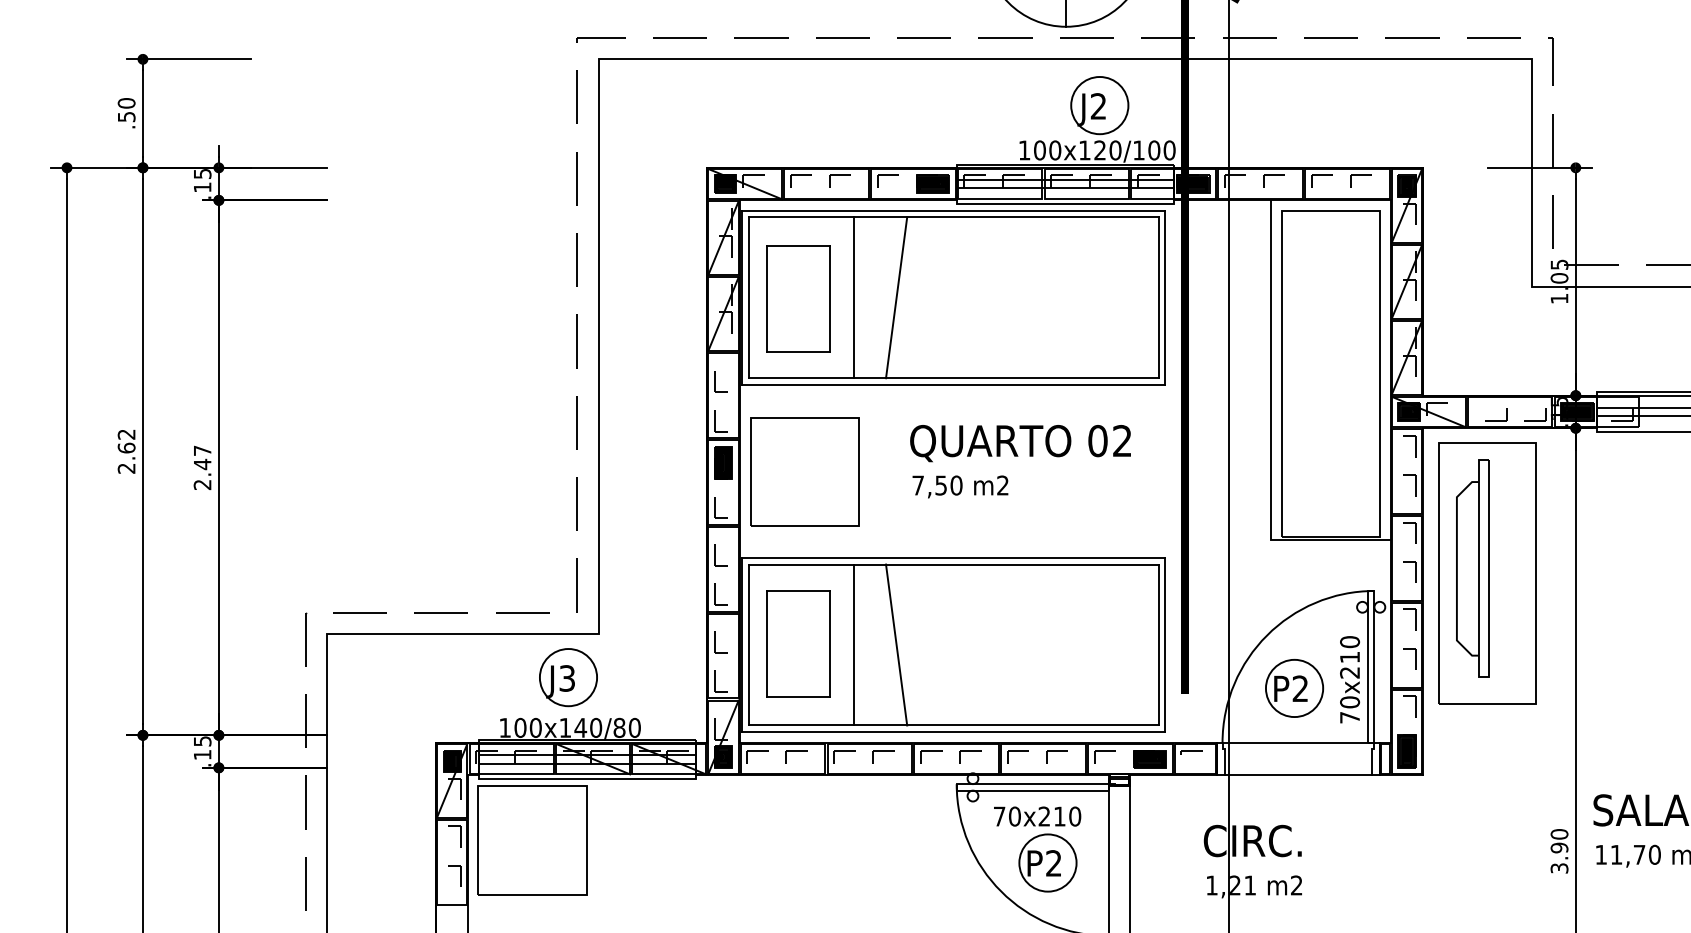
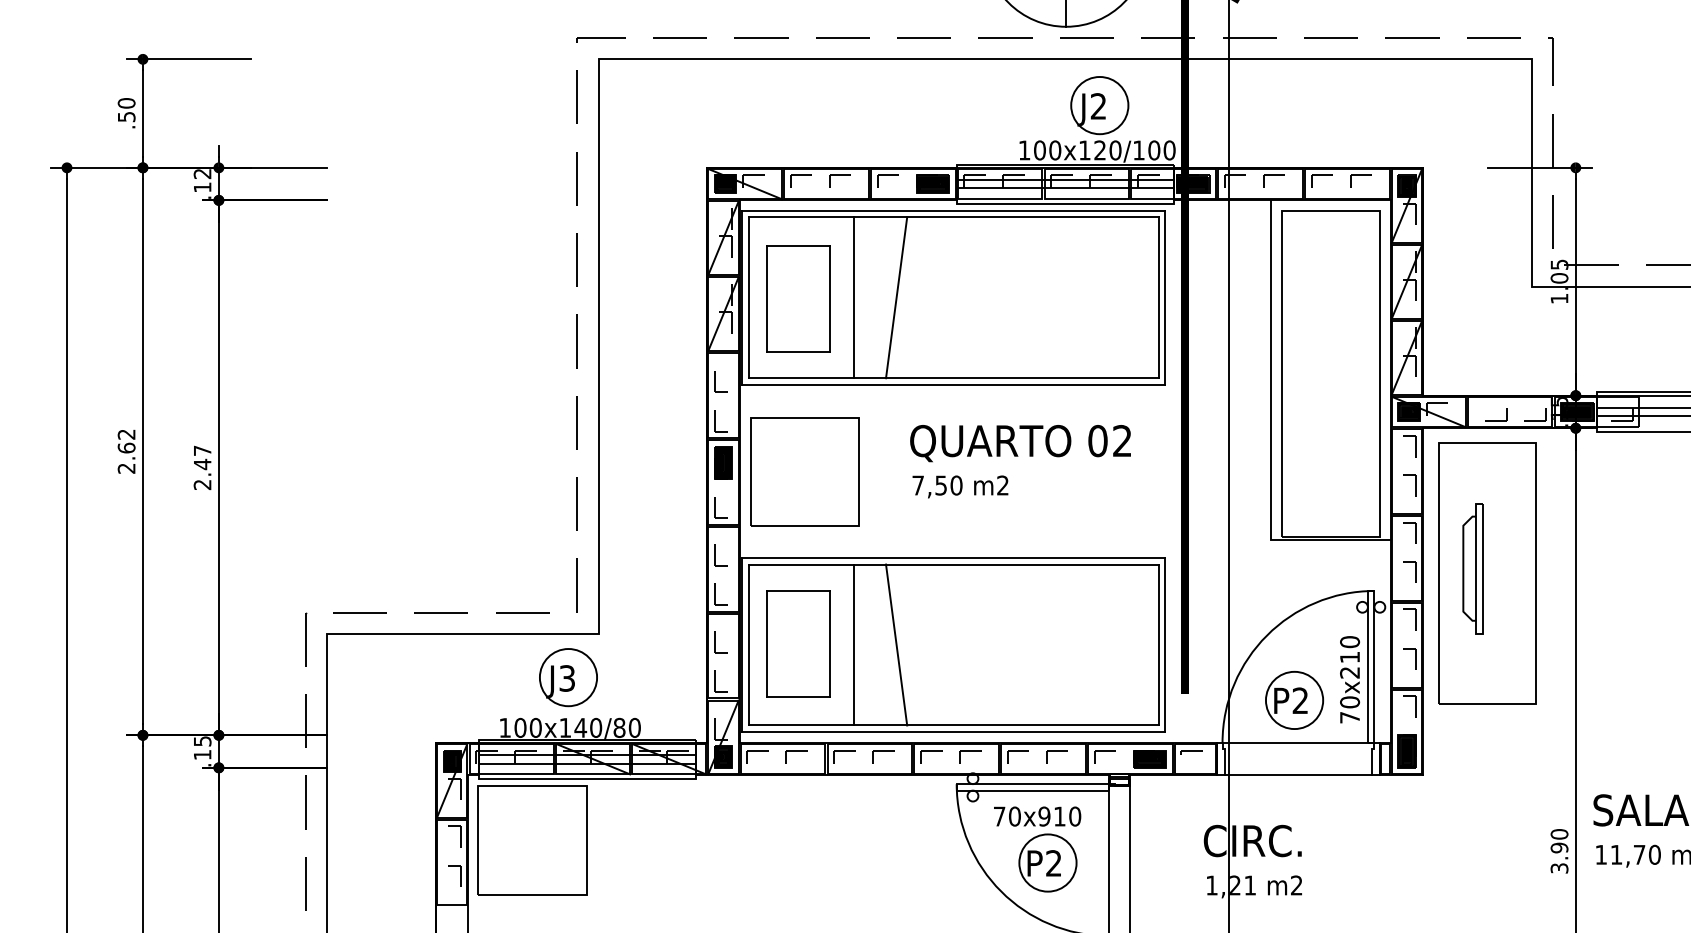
text at (202, 173): .15 -> .12
part at (1472, 568) size: 34x219 px -> 22x132 px
part at (1294, 688) position: (1294, 688) -> (1294, 700)
text at (1044, 816): 70x210 -> 70x910
